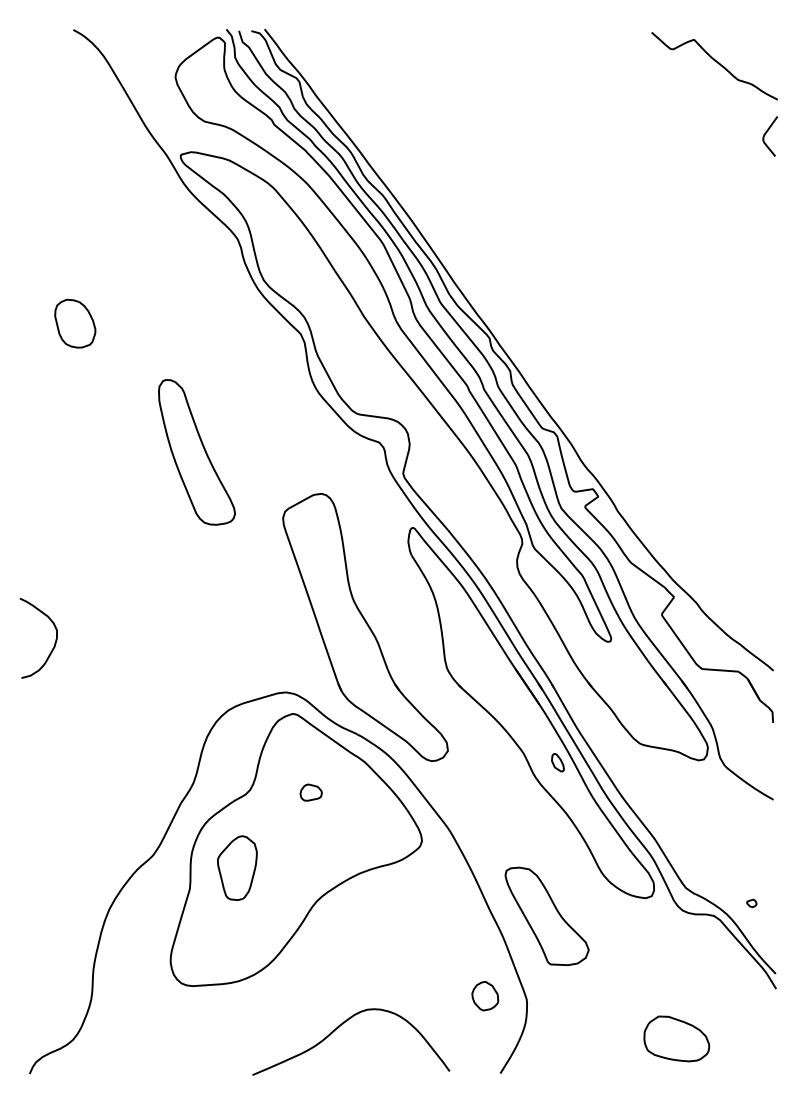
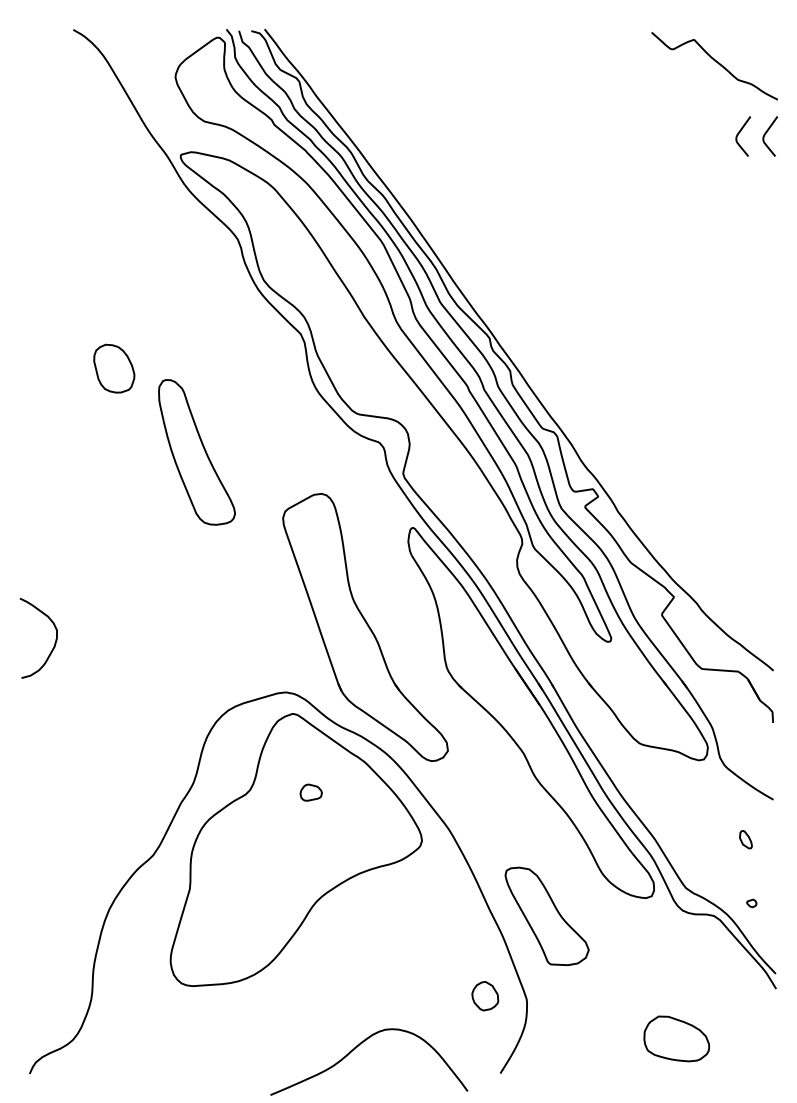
curve at (740, 132): none -> present
part at (75, 323) position: (75, 323) -> (114, 368)
part at (557, 762) position: (557, 762) -> (745, 839)
part at (237, 867): present -> none
curve at (338, 1028) position: (338, 1028) -> (356, 1048)
